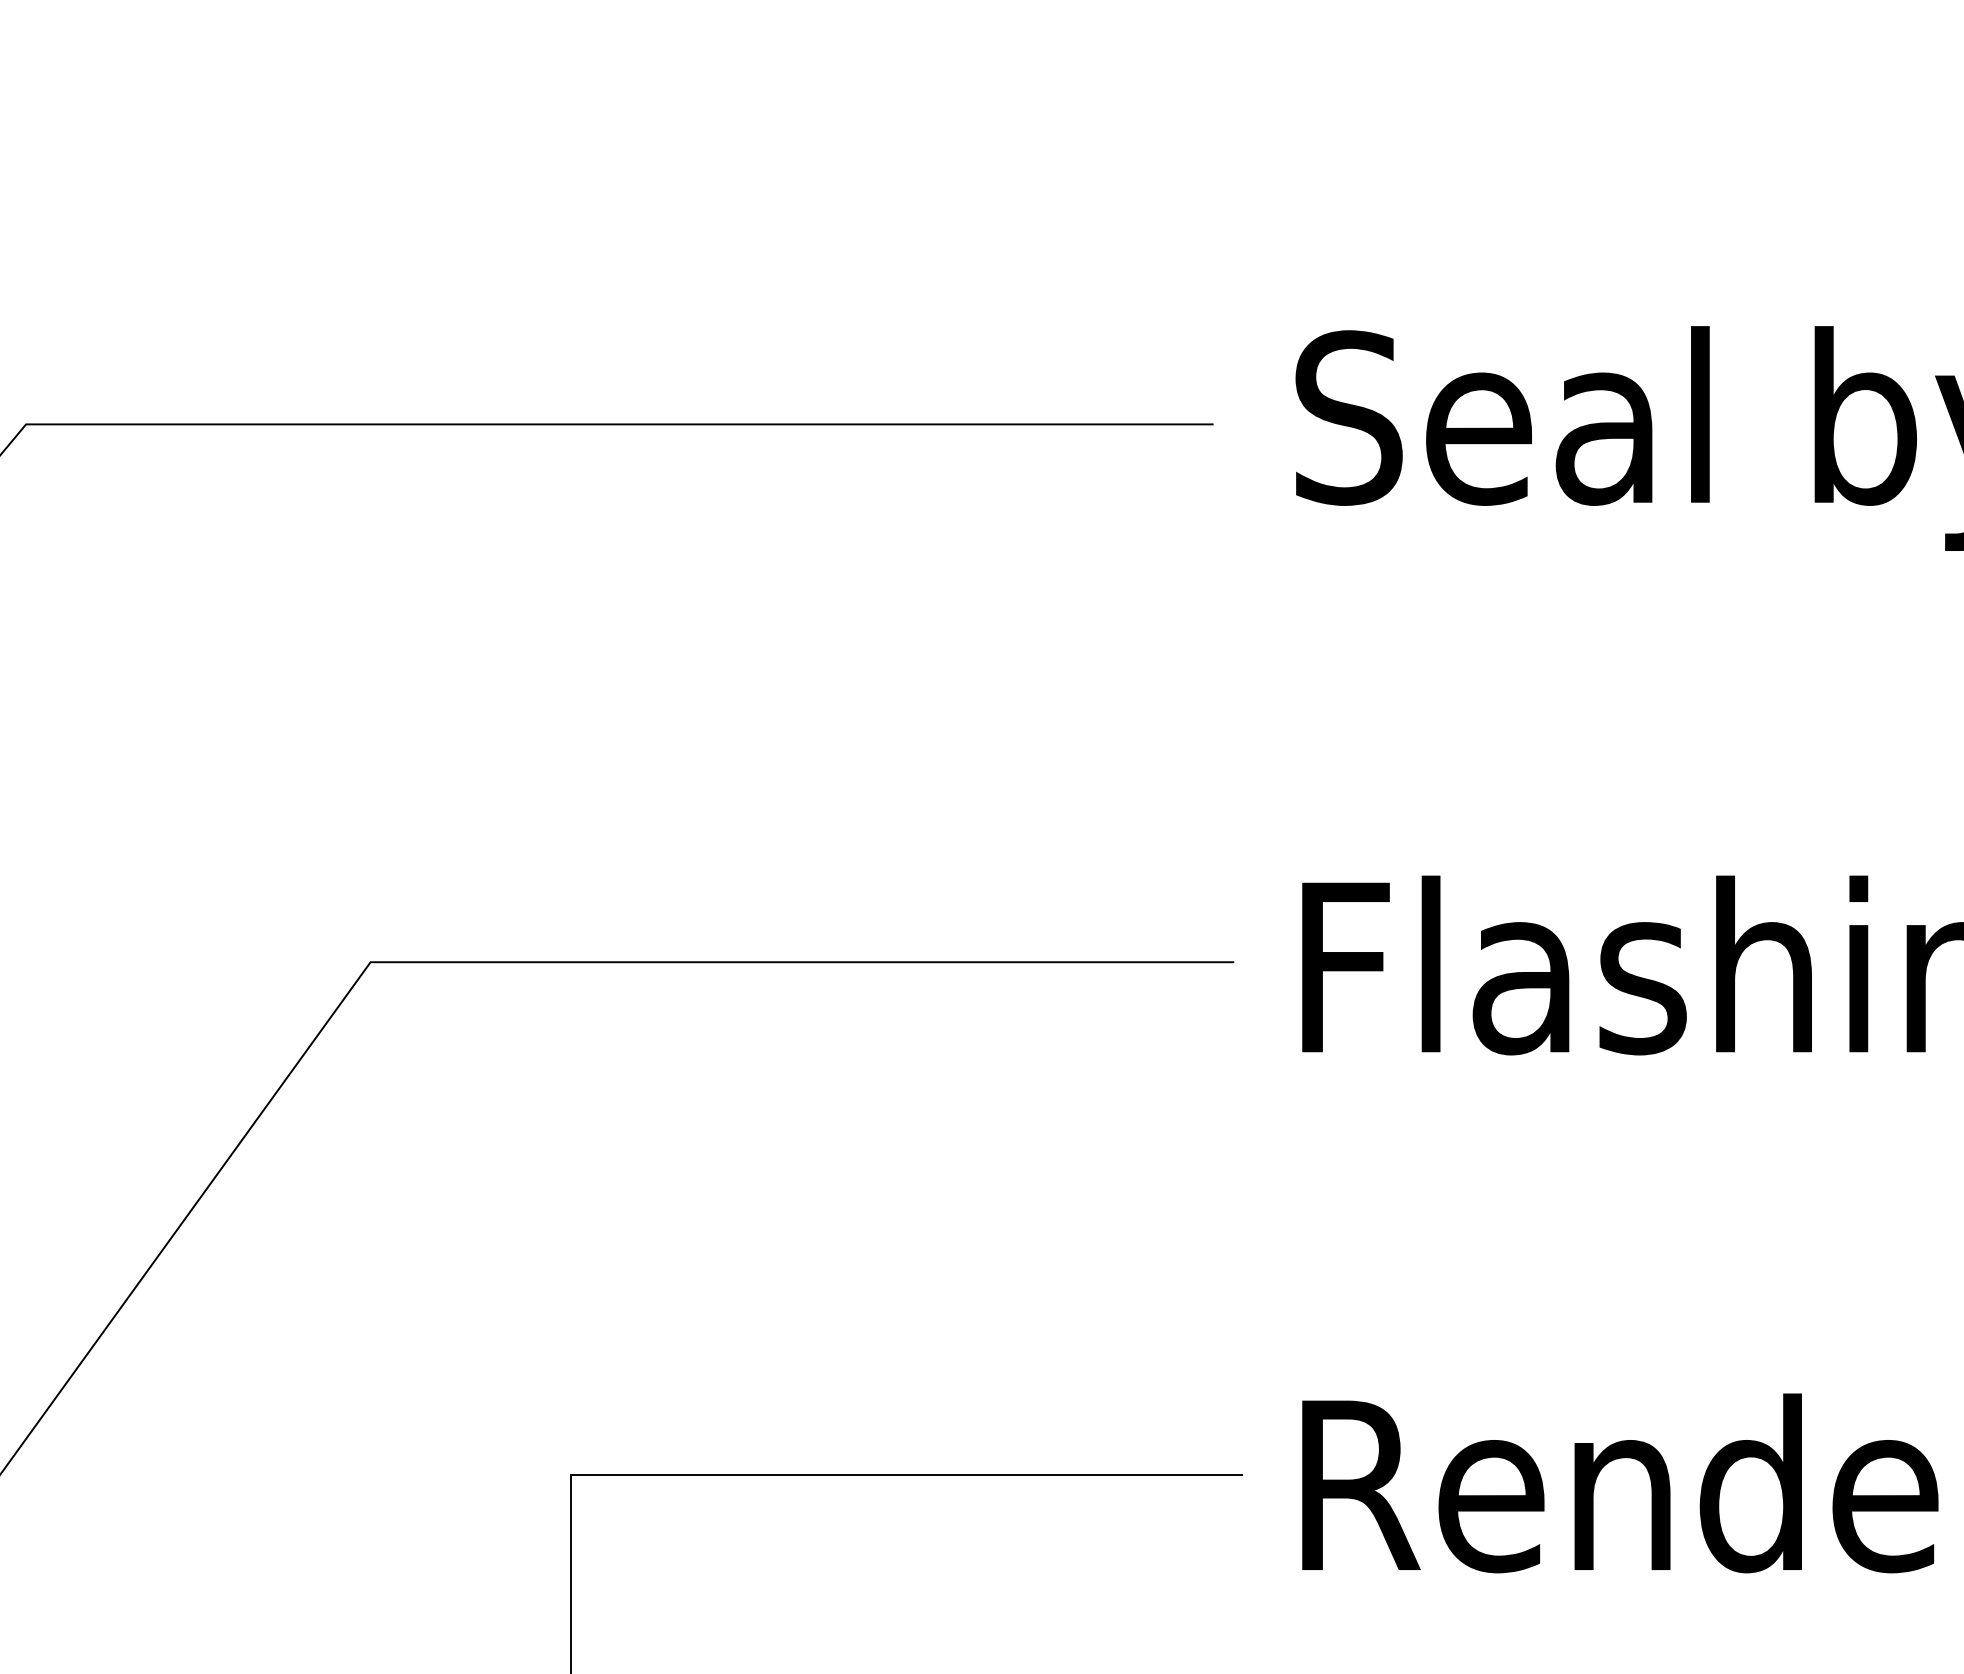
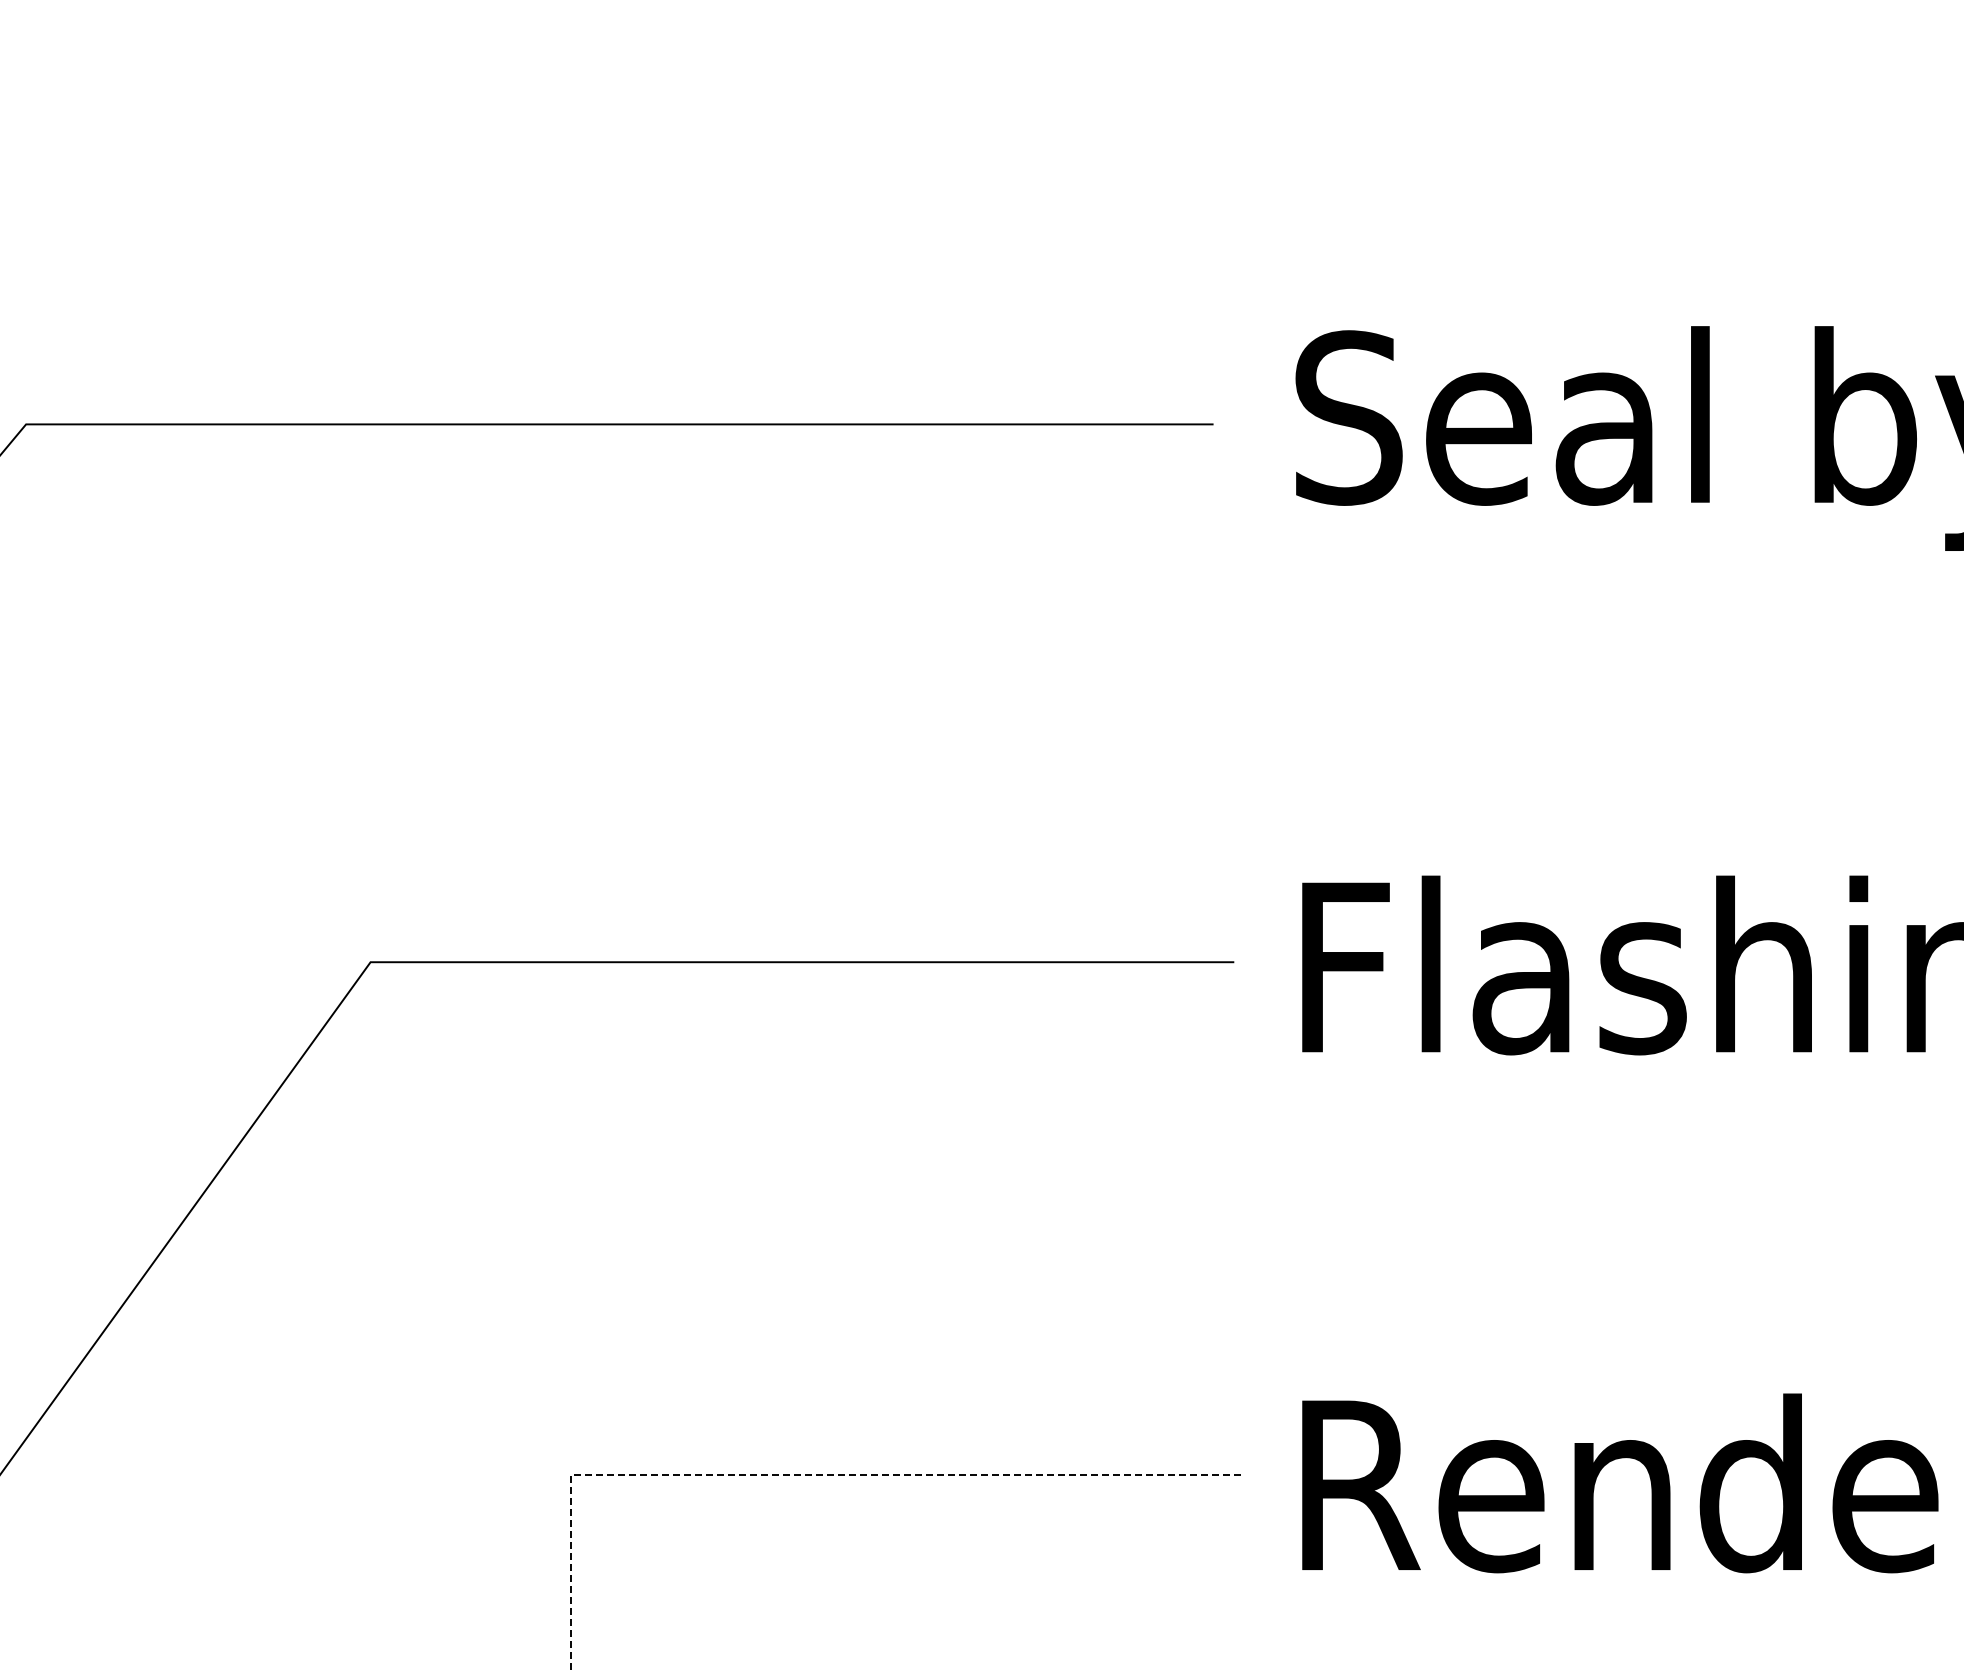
line at (807, 1475): solid -> dashed
